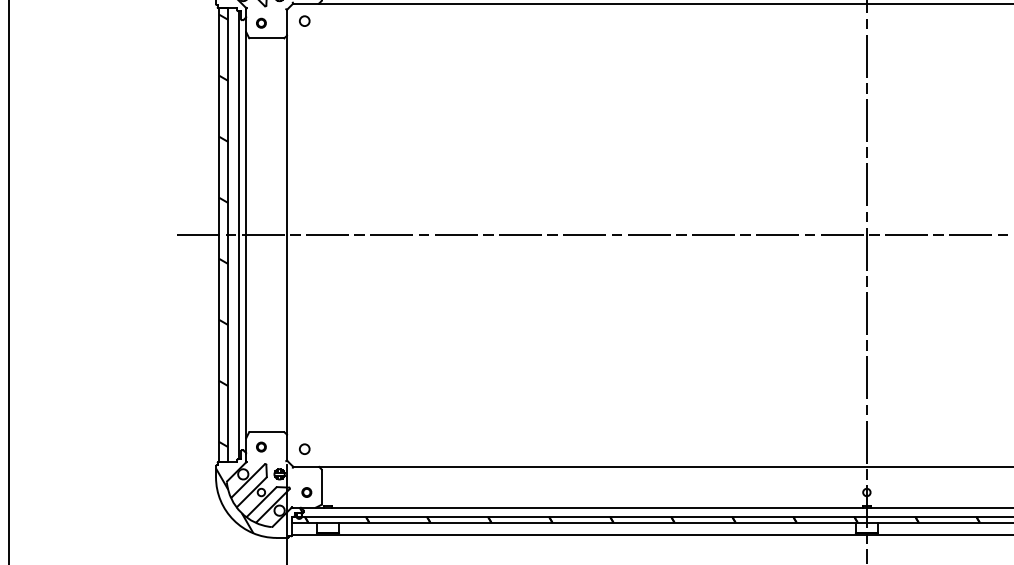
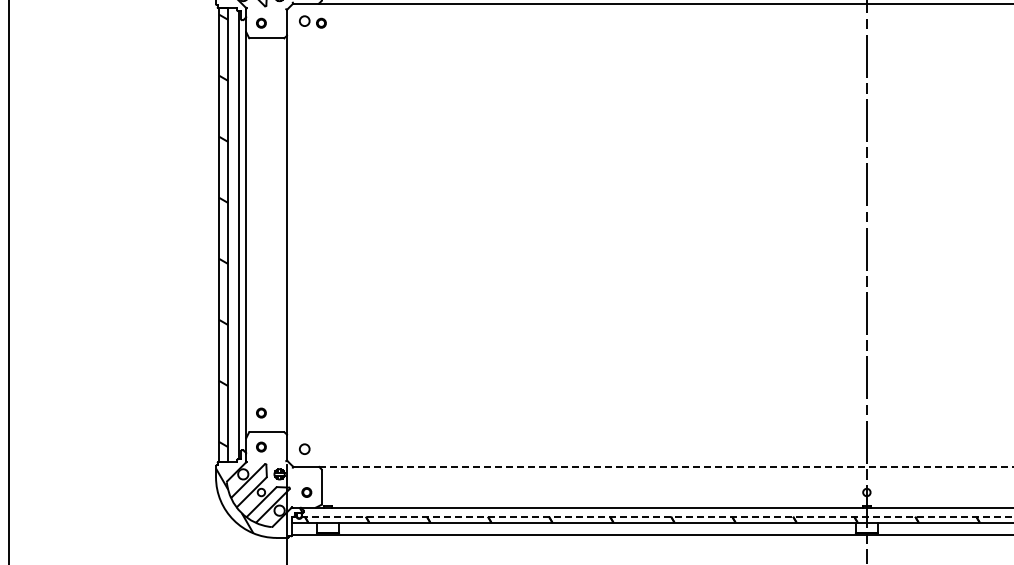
part at (321, 22): none -> present
line at (593, 235): present -> none
part at (261, 412): none -> present
line at (665, 466): solid -> dashed
line at (652, 516): solid -> dashed
